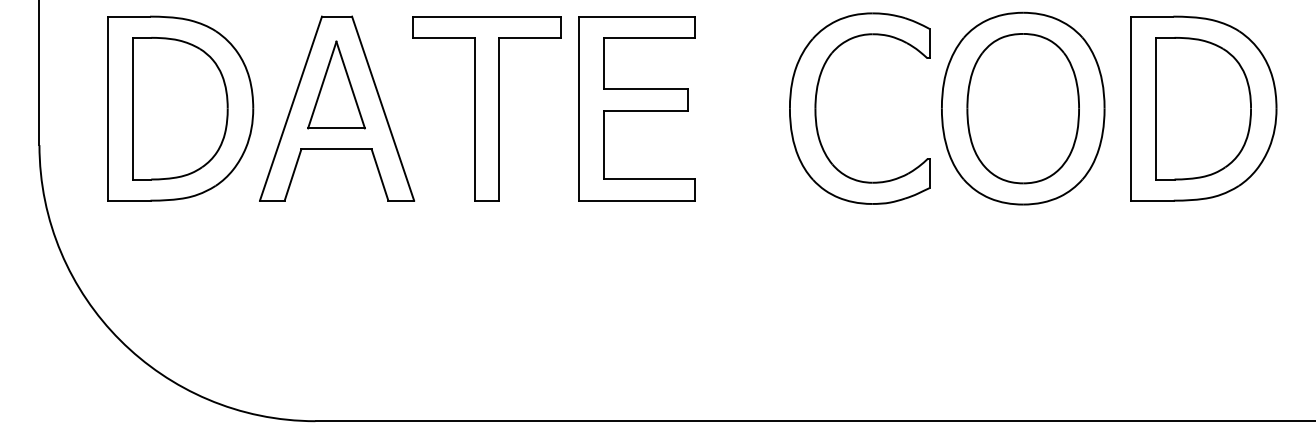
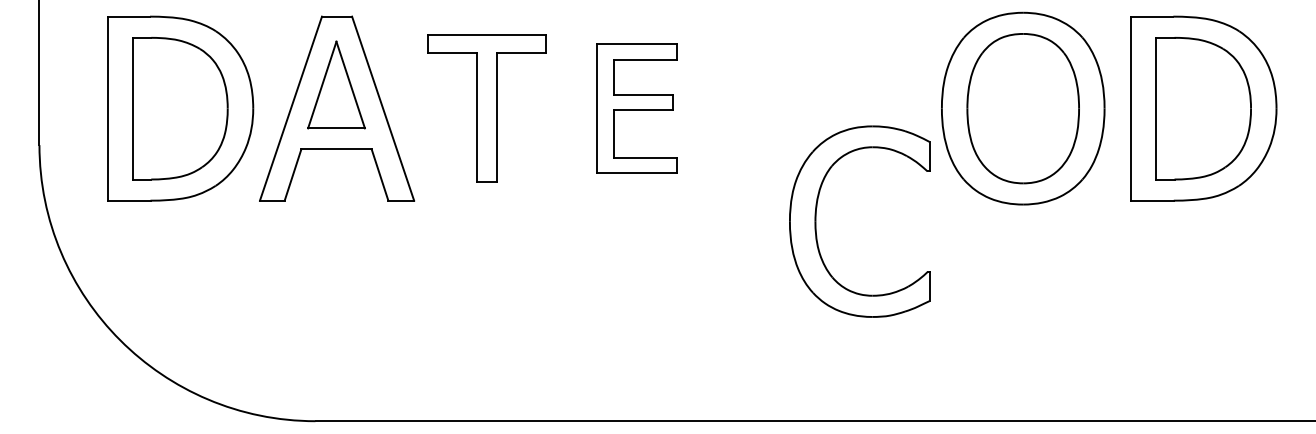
part at (486, 108) size: 150x186 px -> 120x149 px
part at (636, 108) size: 118x186 px -> 82x131 px
part at (816, 108) position: (816, 108) -> (816, 221)
